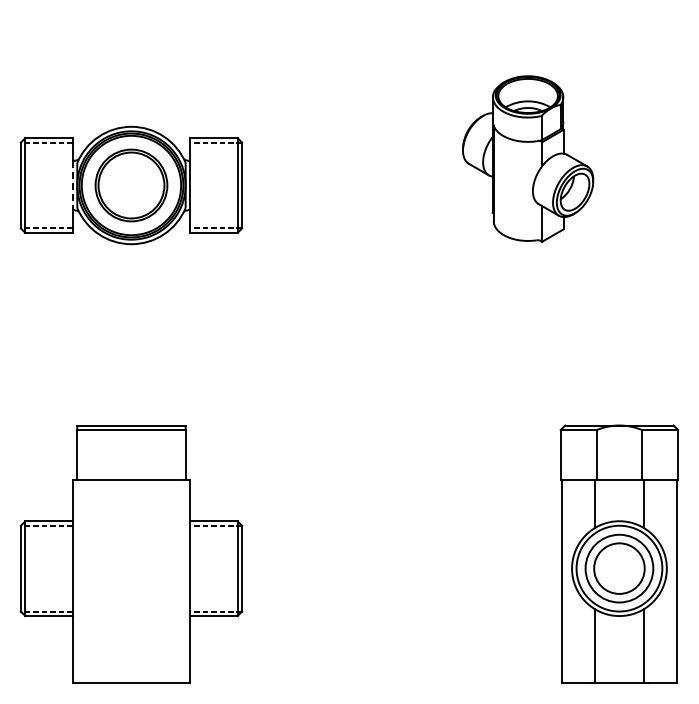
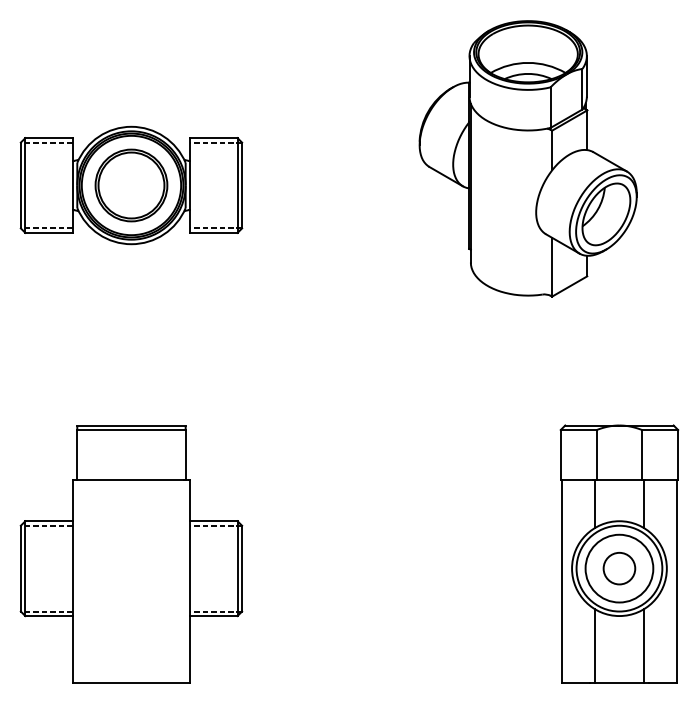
part at (528, 158) size: 133x168 px -> 220x278 px
line at (72, 185): dashed -> solid
circle at (619, 568) diameter: 51 px -> 32 px
